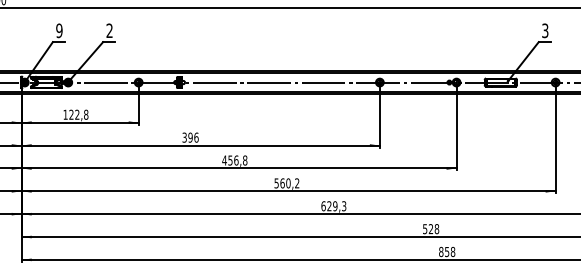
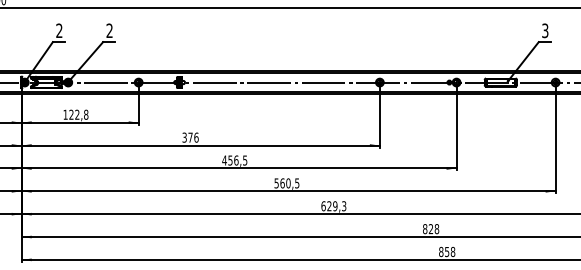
text at (59, 30): 9 -> 2
text at (190, 137): 396 -> 376
text at (245, 160): 456,8 -> 456,5
text at (297, 183): 560,2 -> 560,5
text at (425, 229): 528 -> 828
